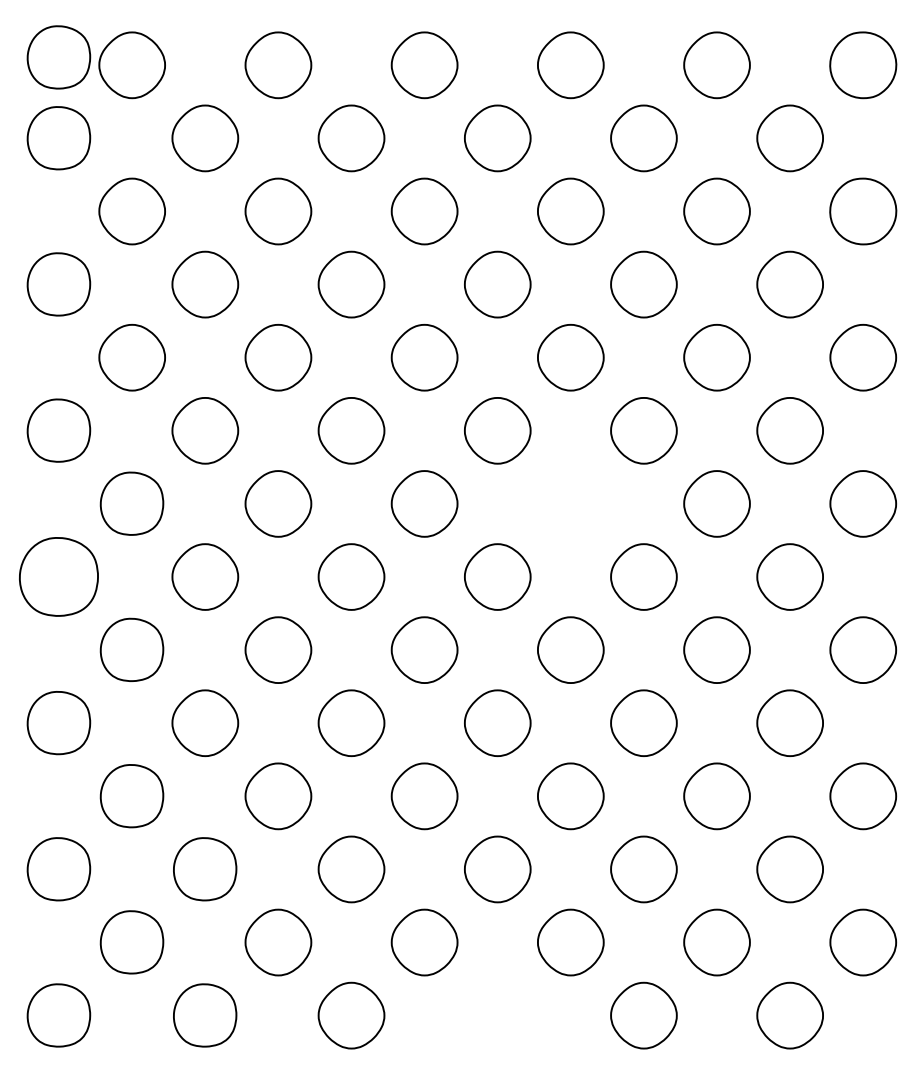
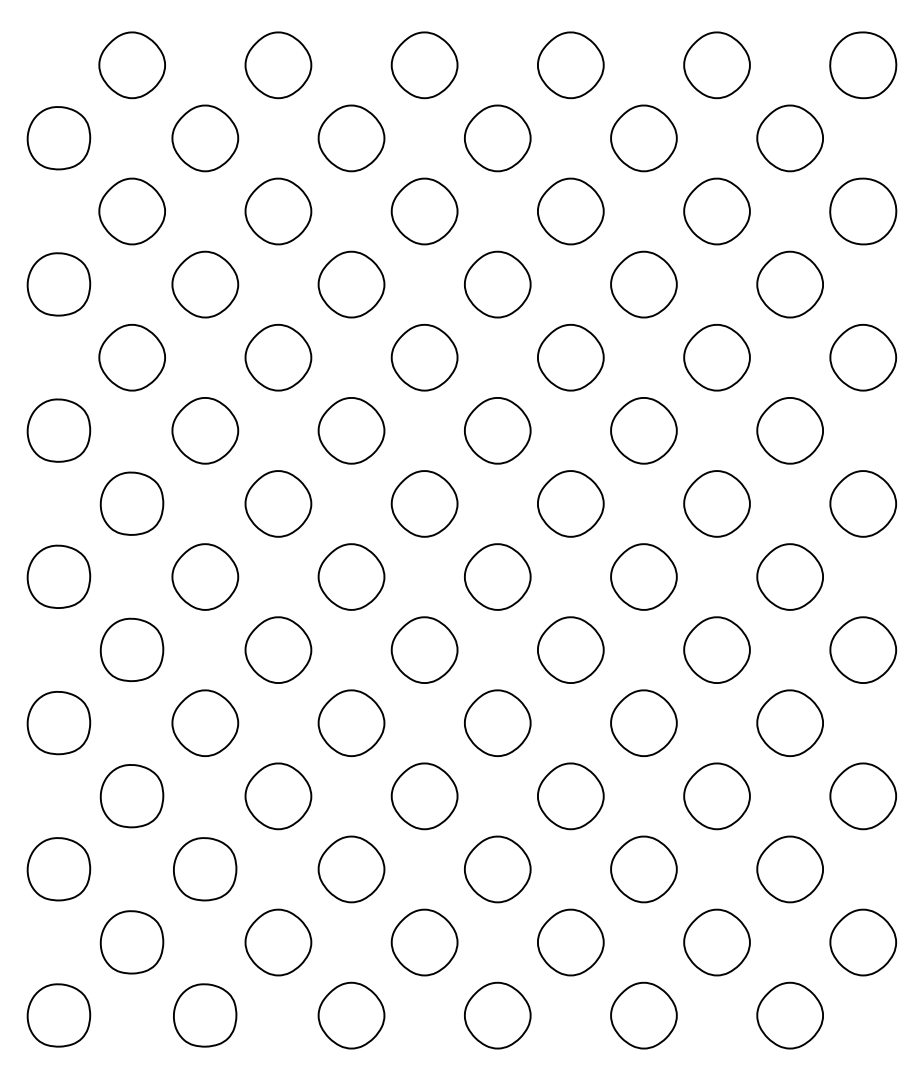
part at (58, 57): present -> none
part at (570, 503): none -> present
part at (58, 576) size: 80x80 px -> 66x65 px
part at (497, 1015): none -> present
